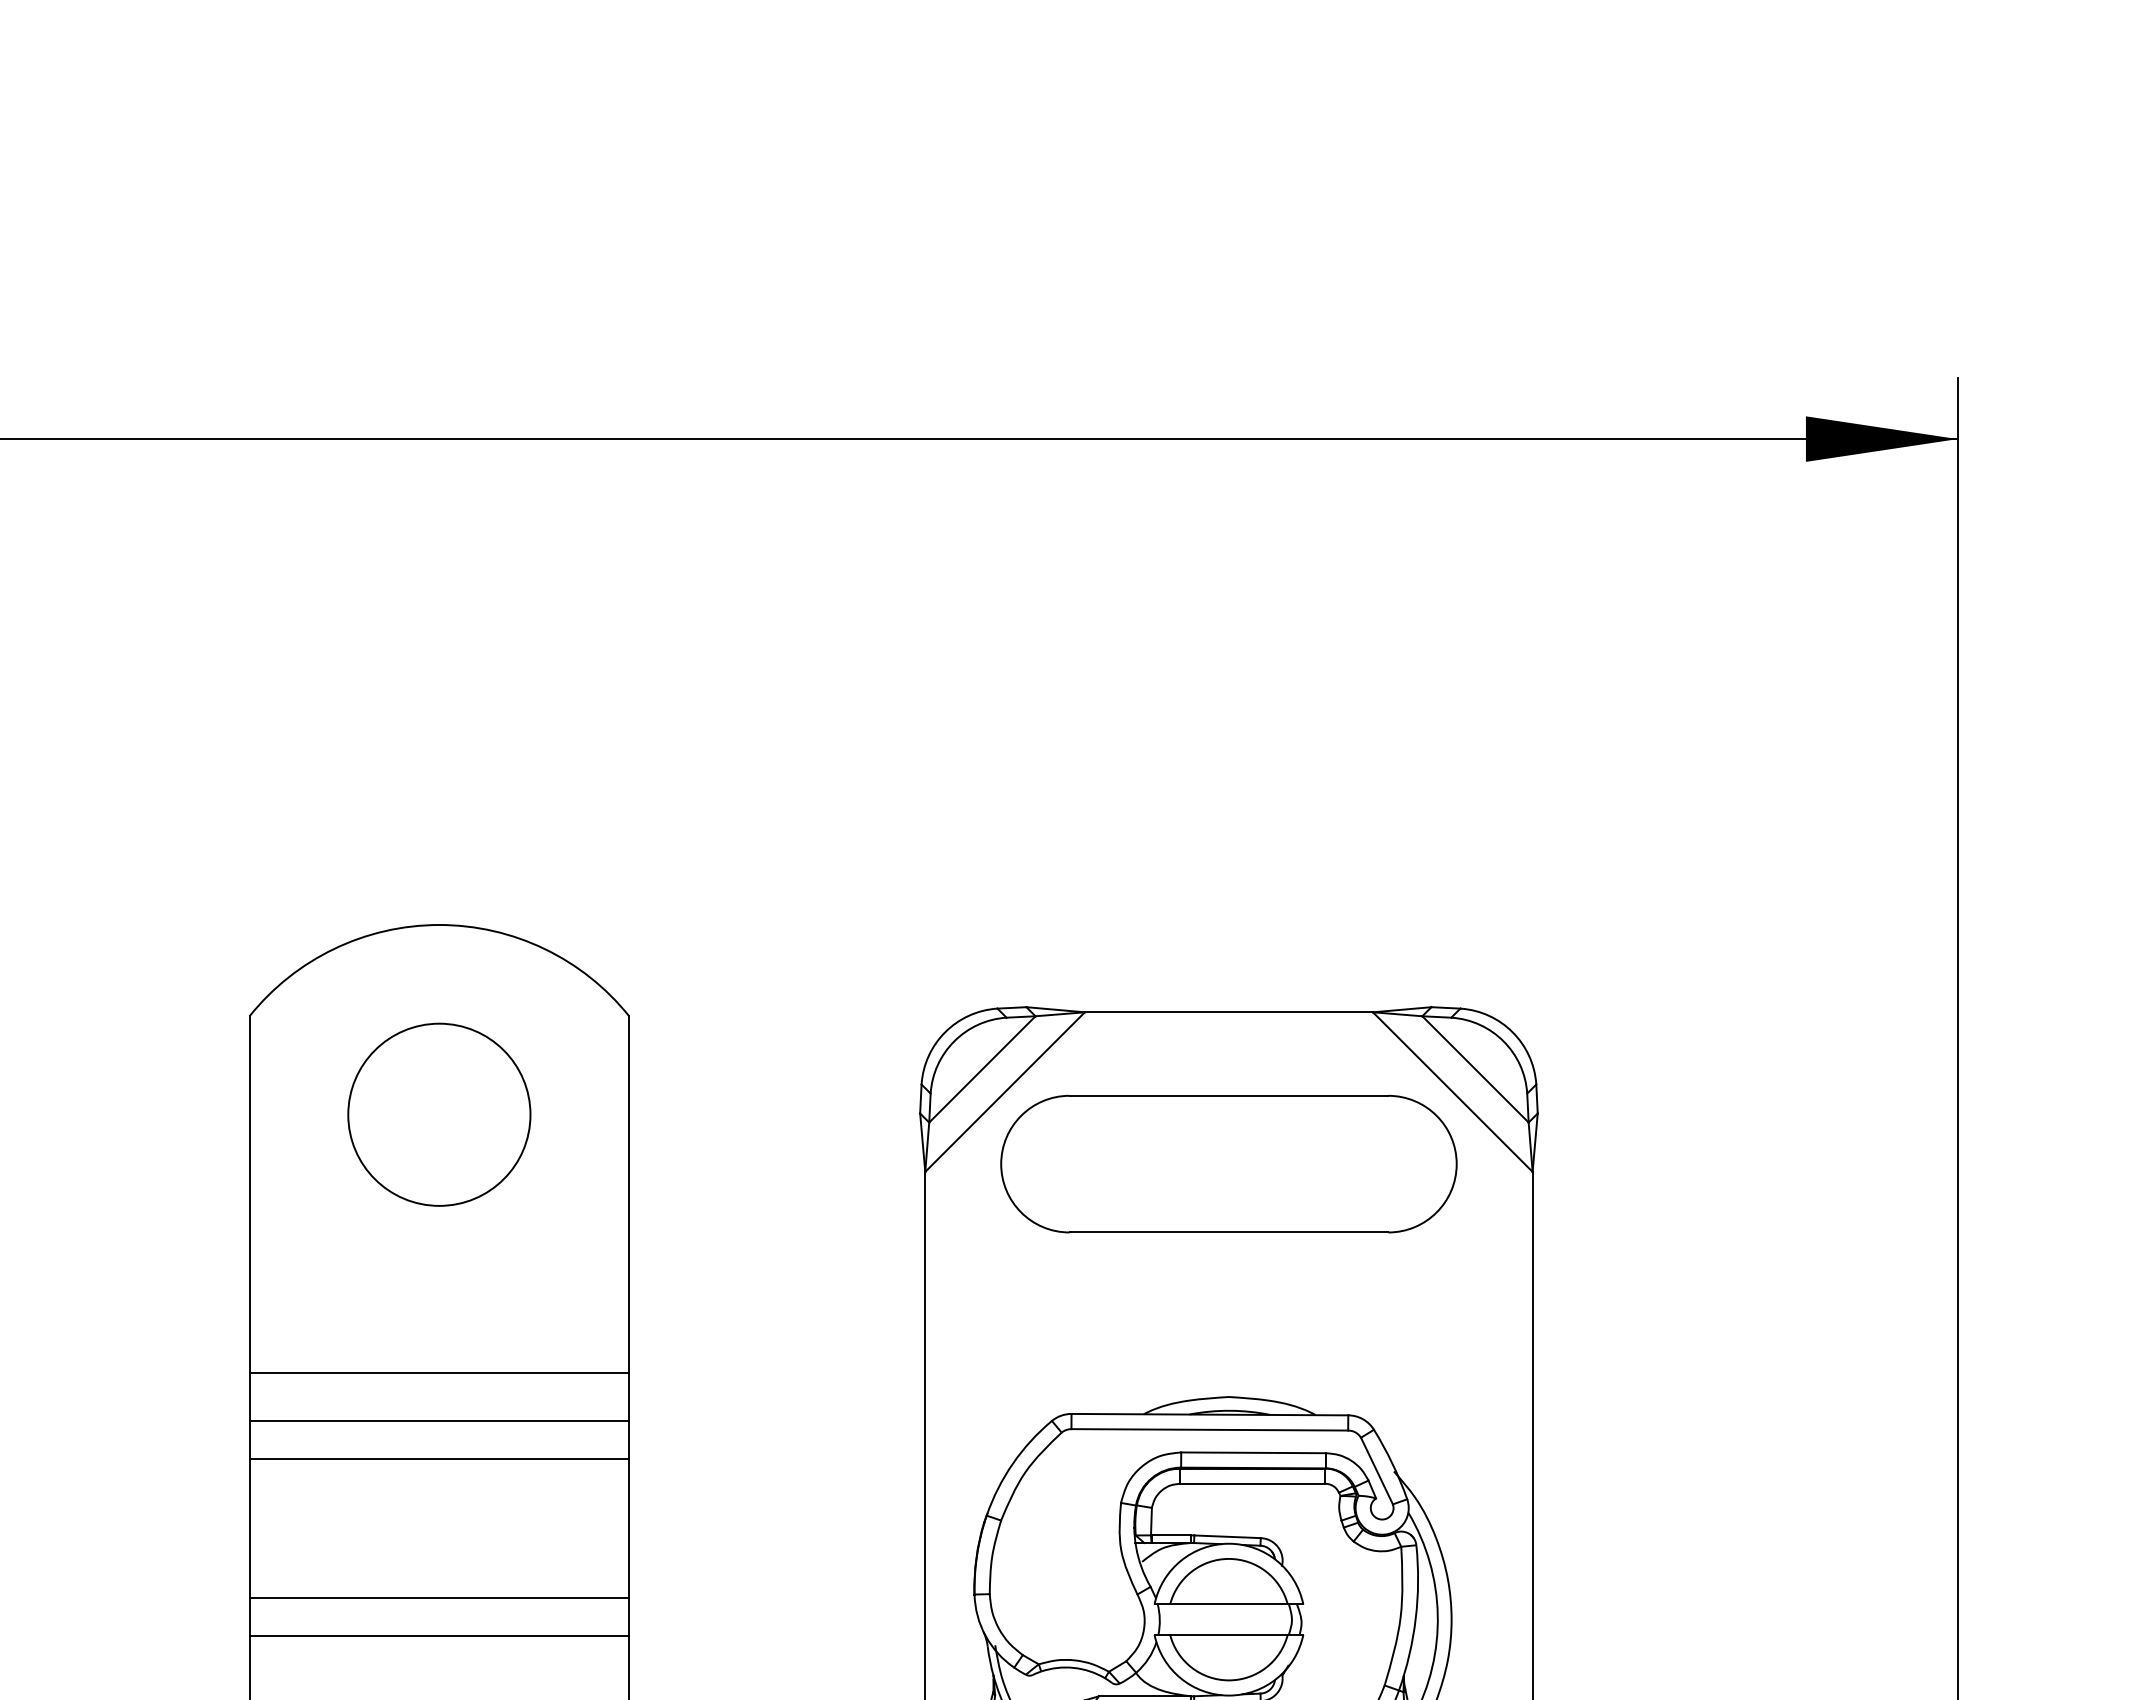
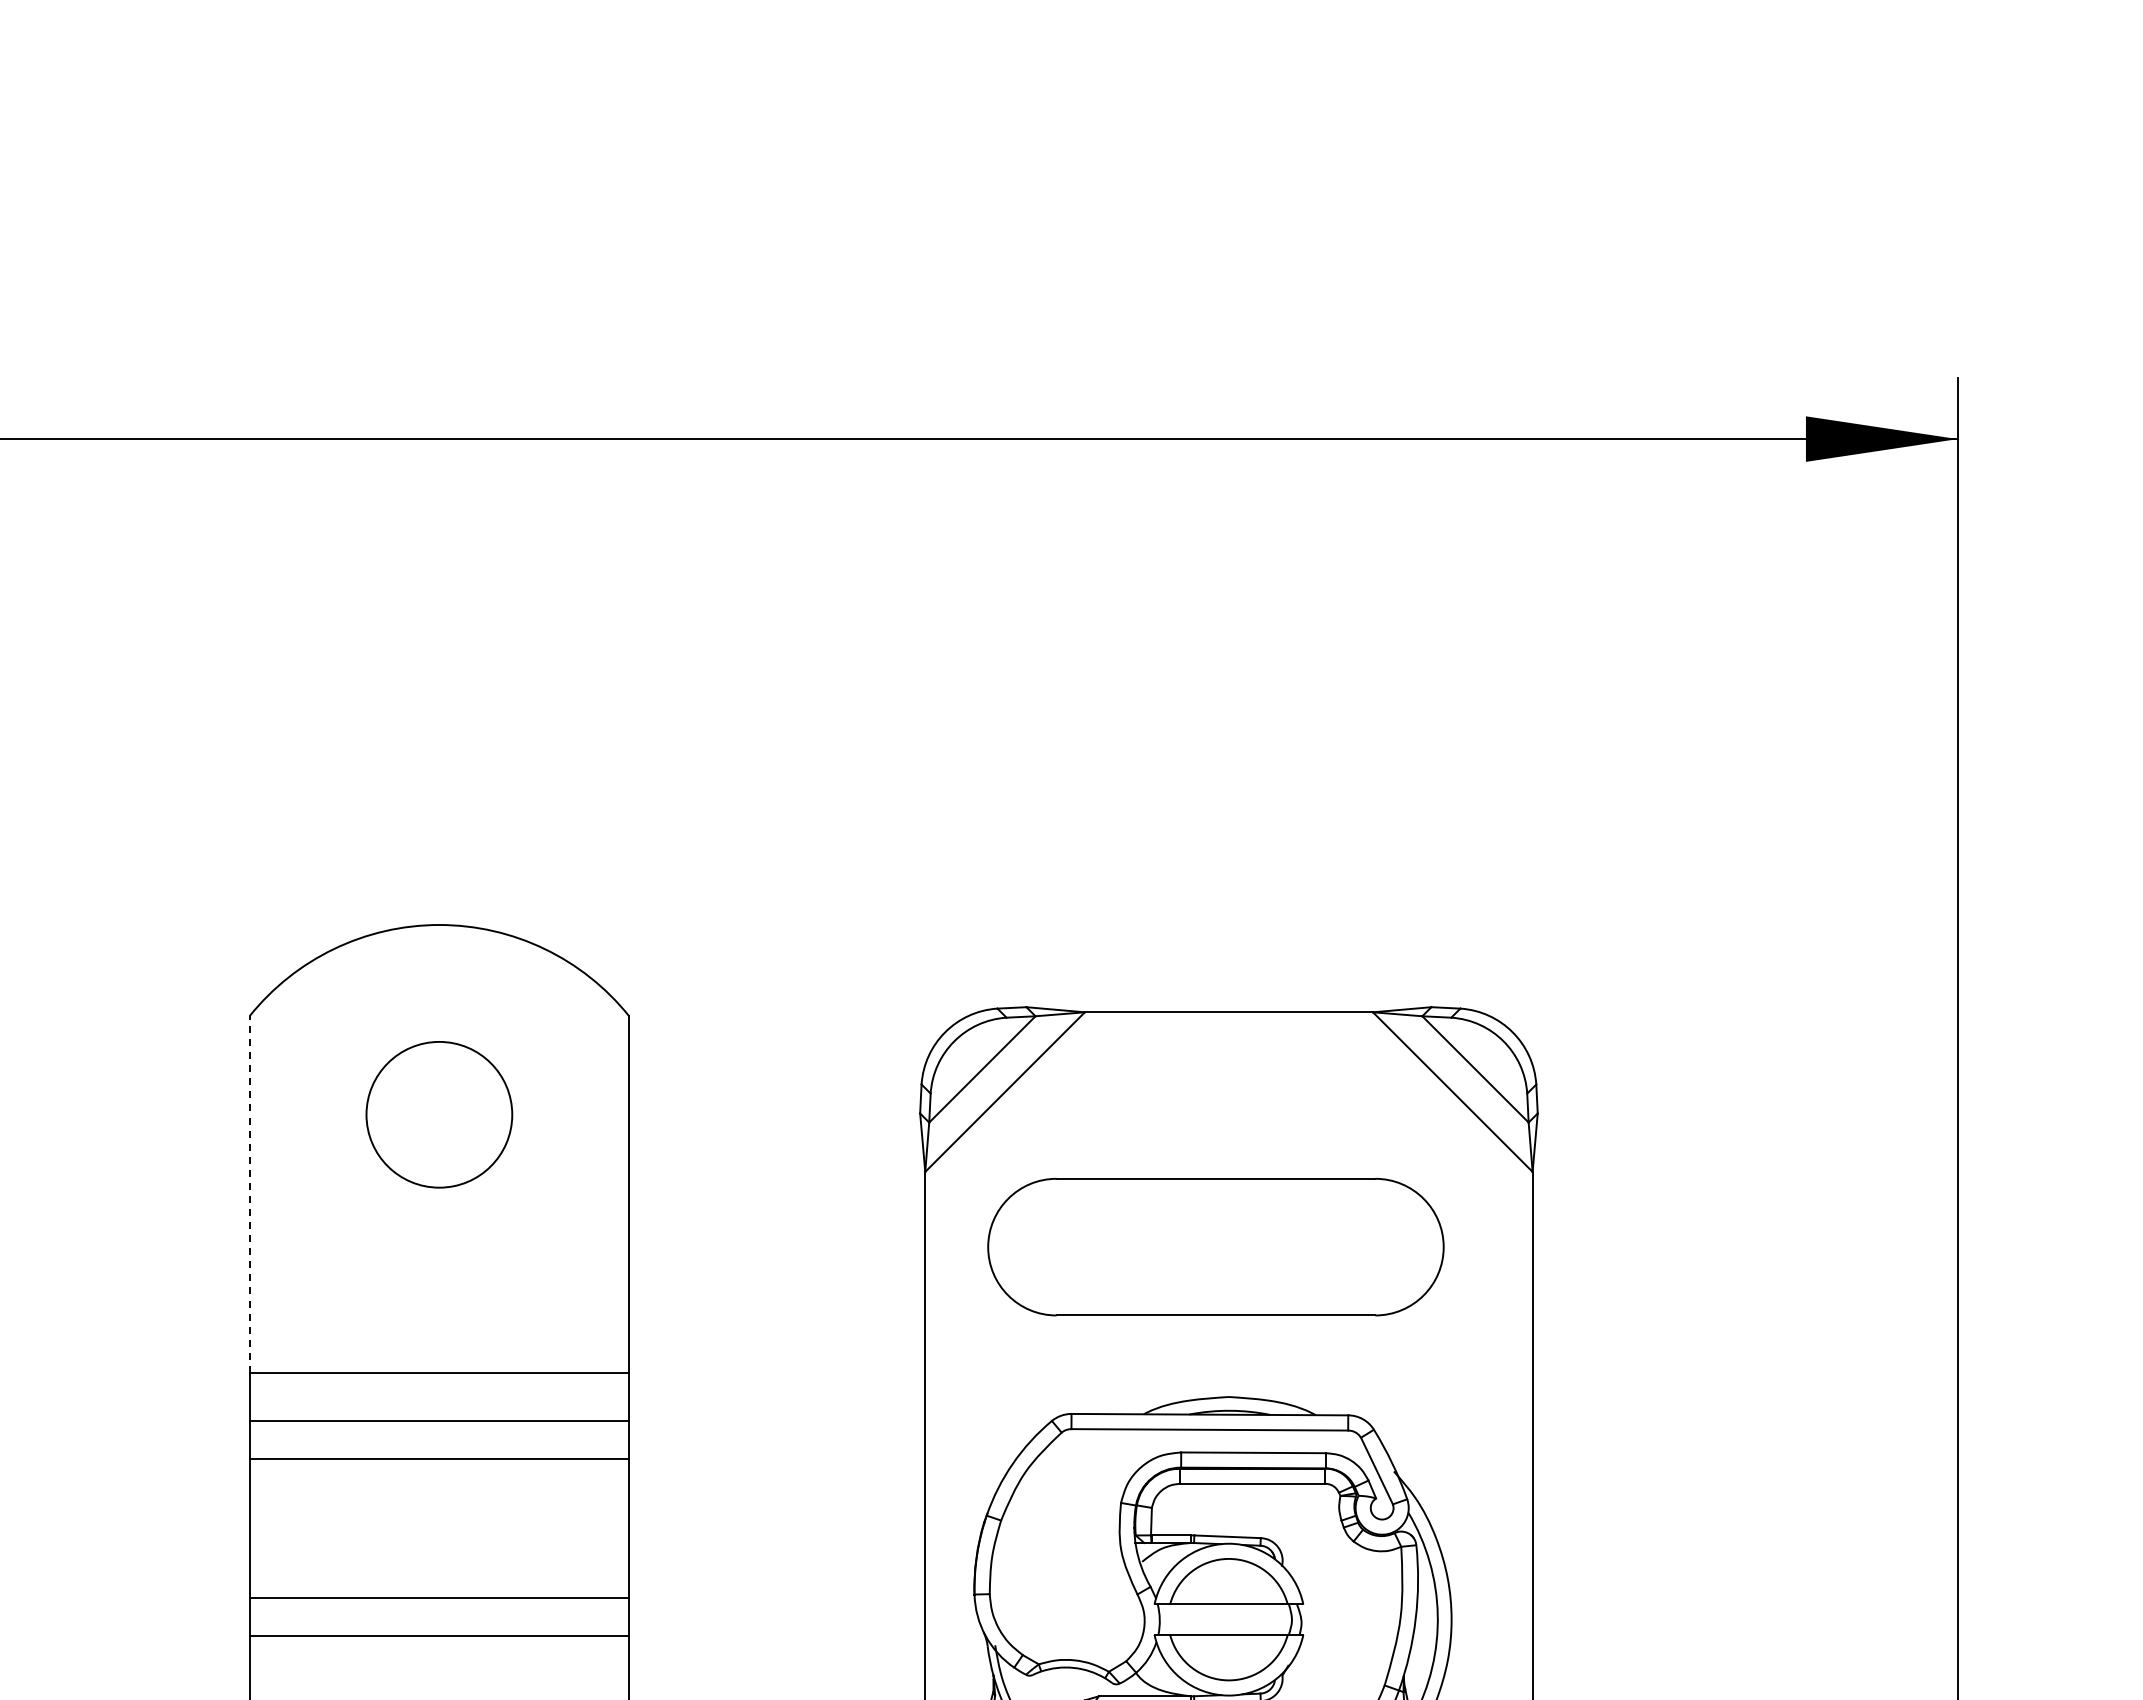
circle at (439, 1114) diameter: 182 px -> 146 px
part at (1228, 1163) position: (1228, 1163) -> (1215, 1246)
line at (249, 1194): solid -> dashed
